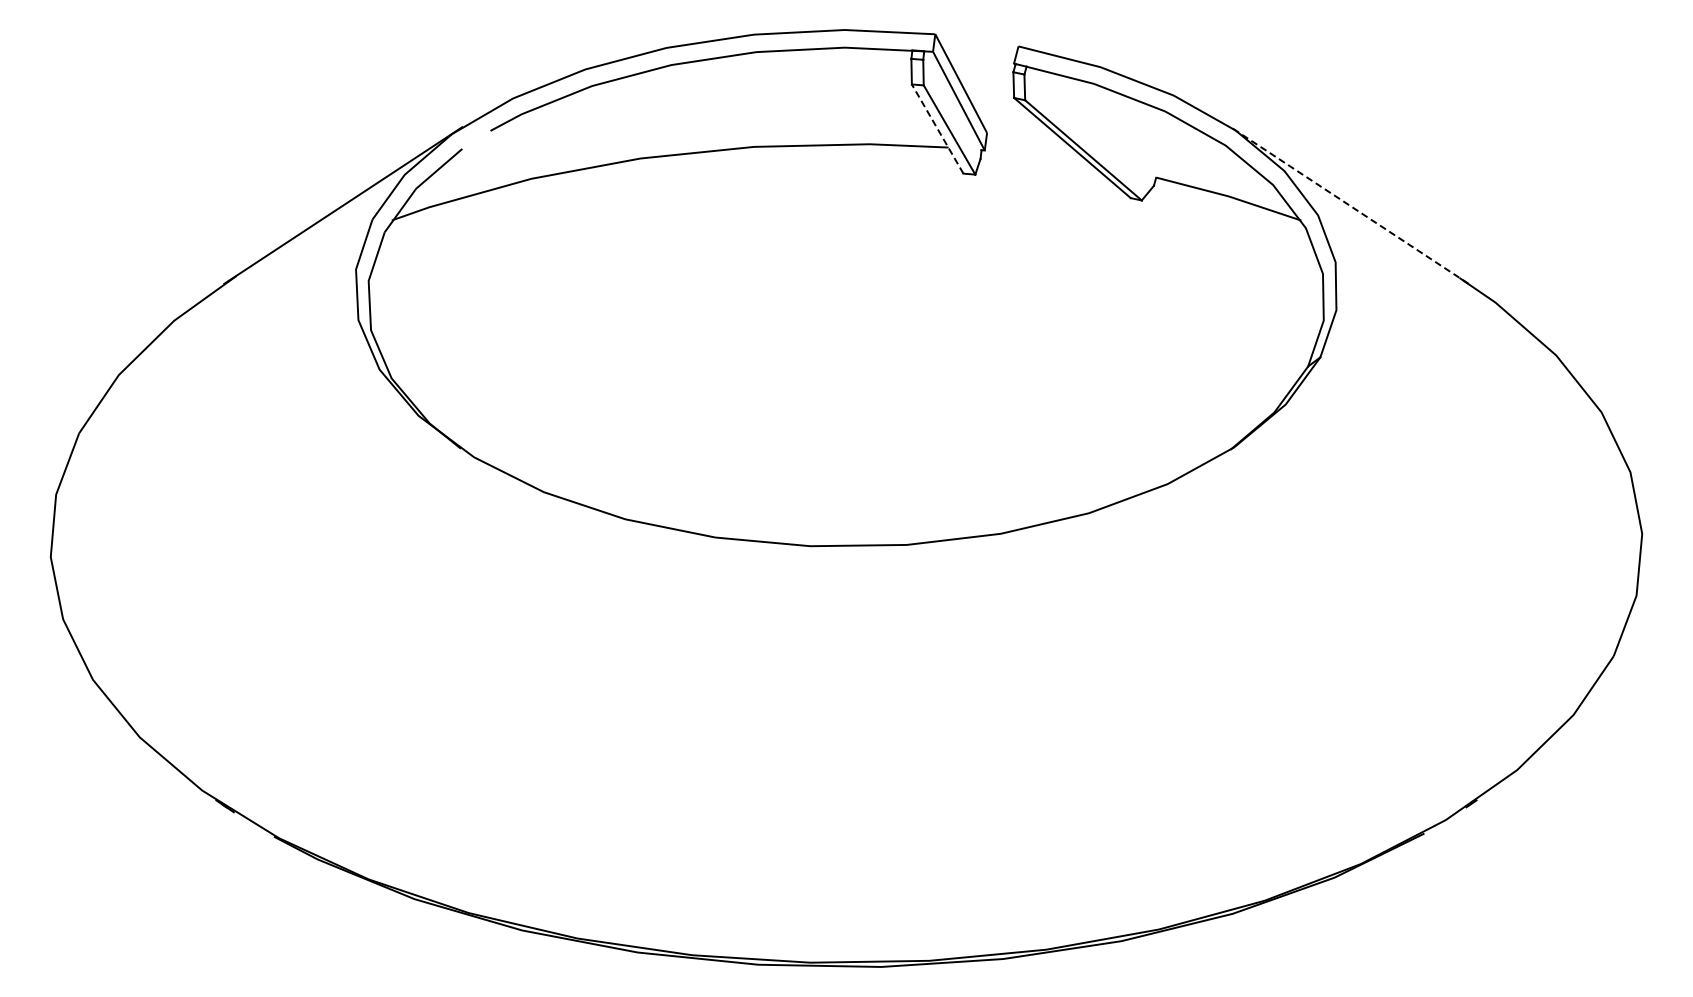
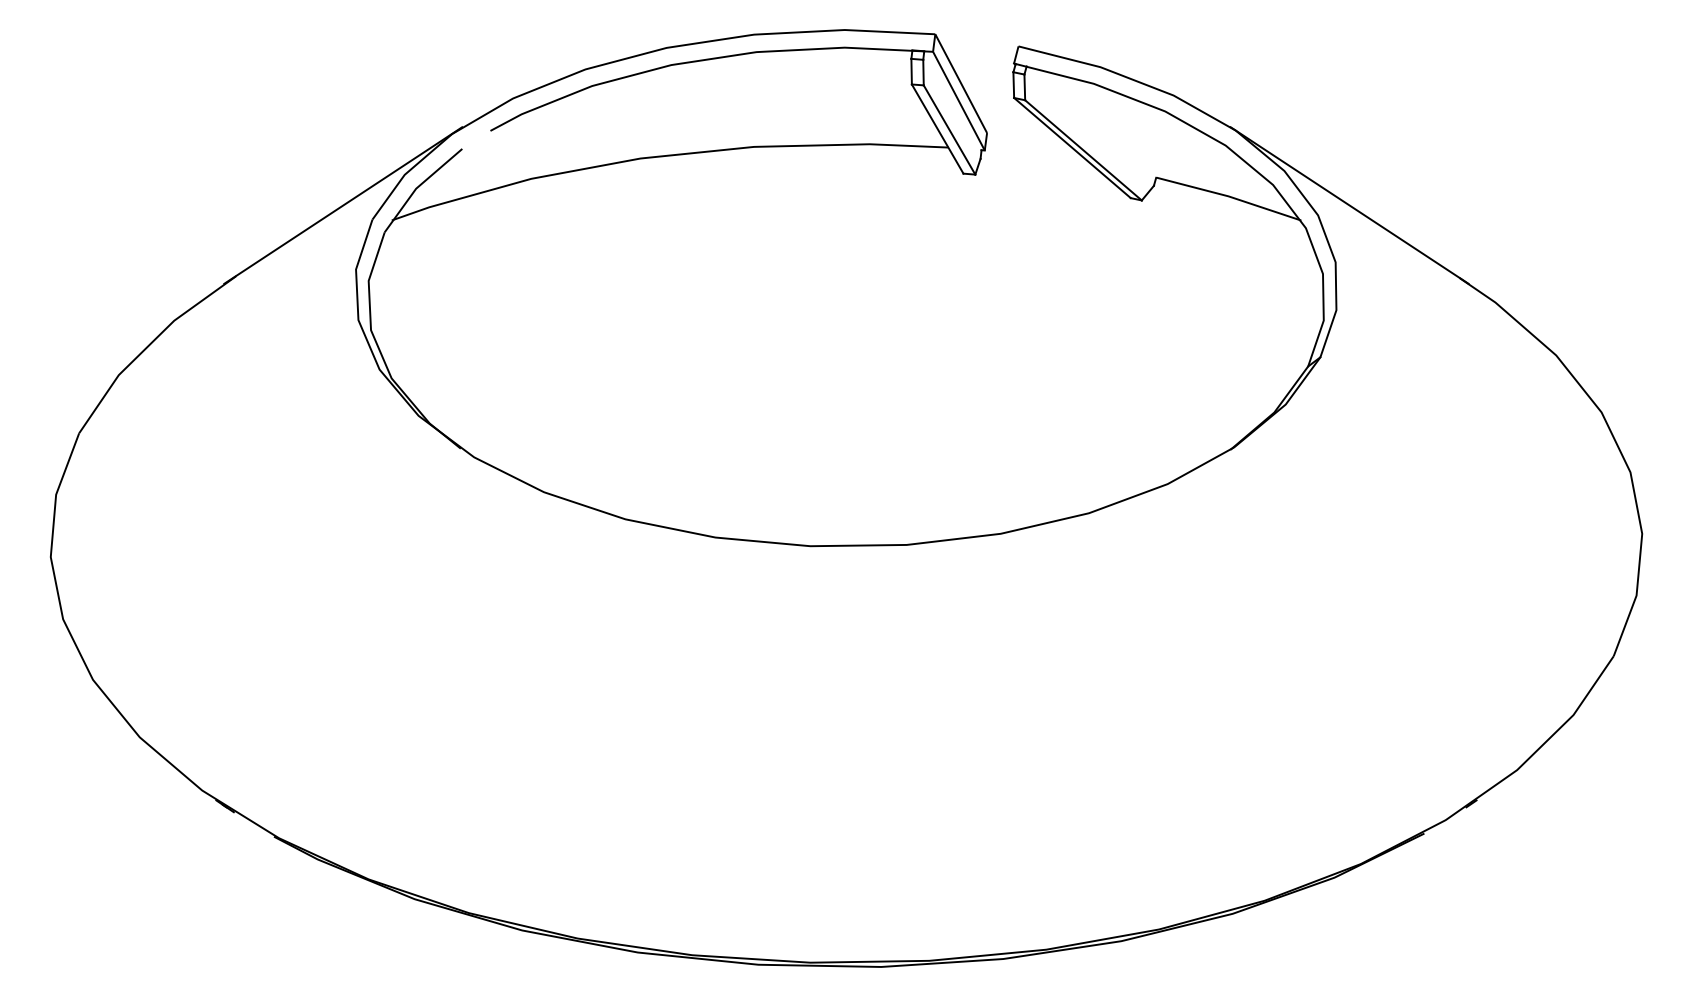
line at (937, 129): dashed -> solid
line at (1349, 205): dashed -> solid
